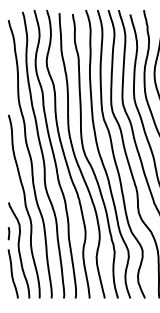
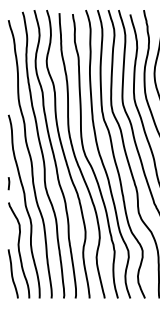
curve at (8, 233) position: (8, 233) -> (8, 183)
